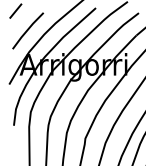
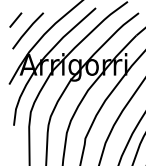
line at (15, 10) position: (15, 10) -> (15, 19)
